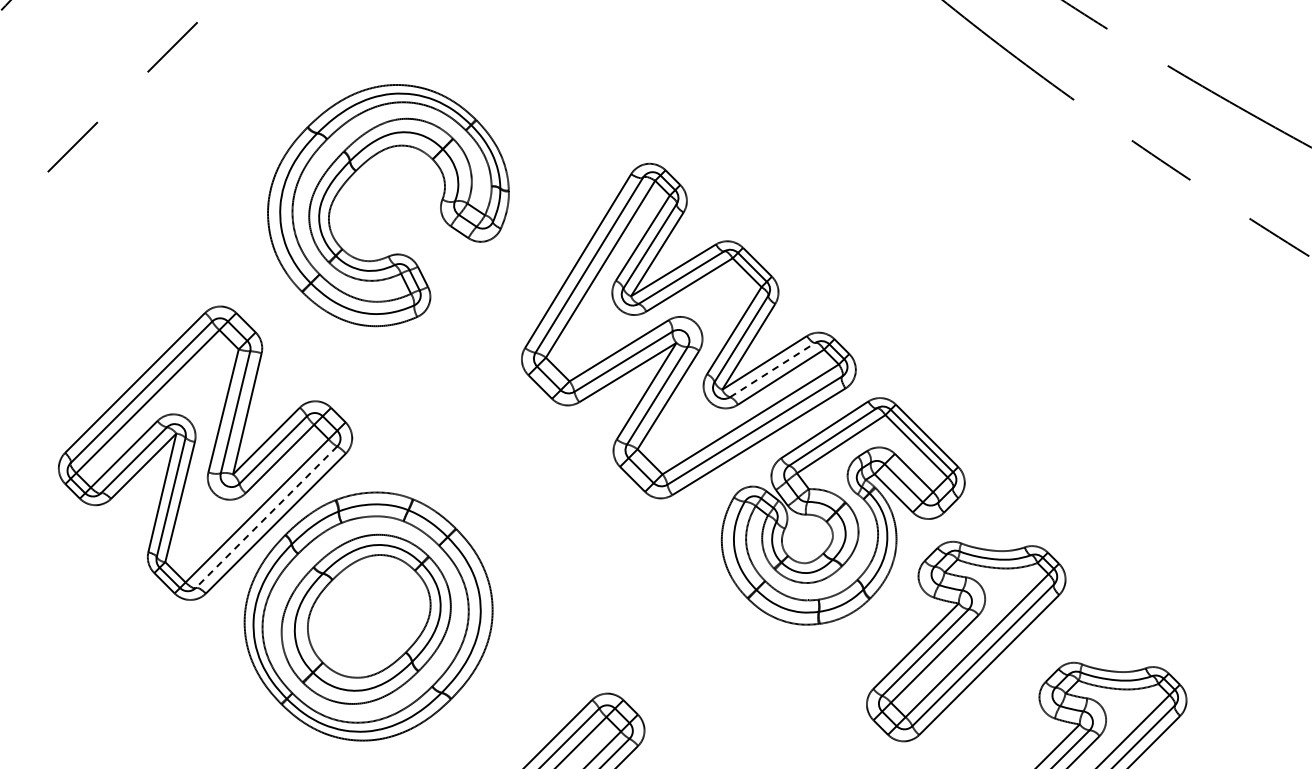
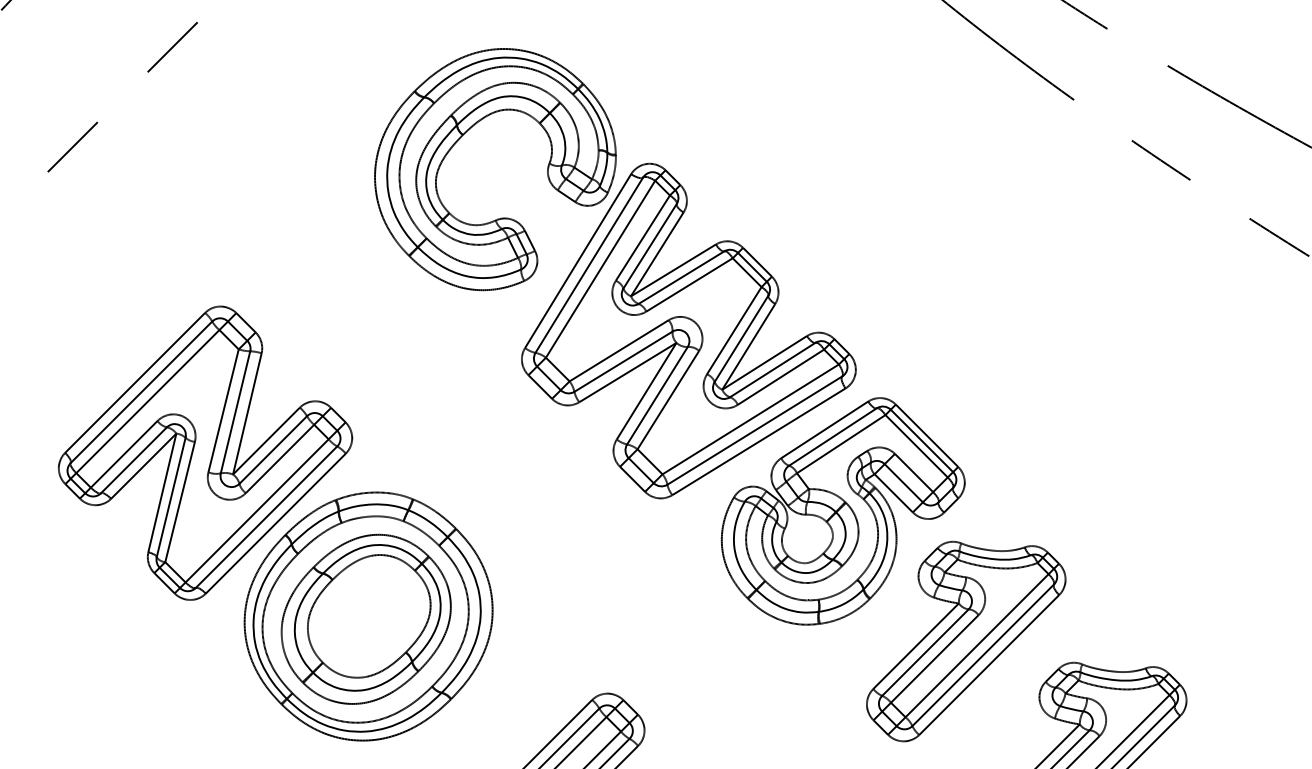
part at (351, 177) position: (351, 177) -> (458, 141)
line at (772, 370): dashed -> solid
line at (266, 517): dashed -> solid
